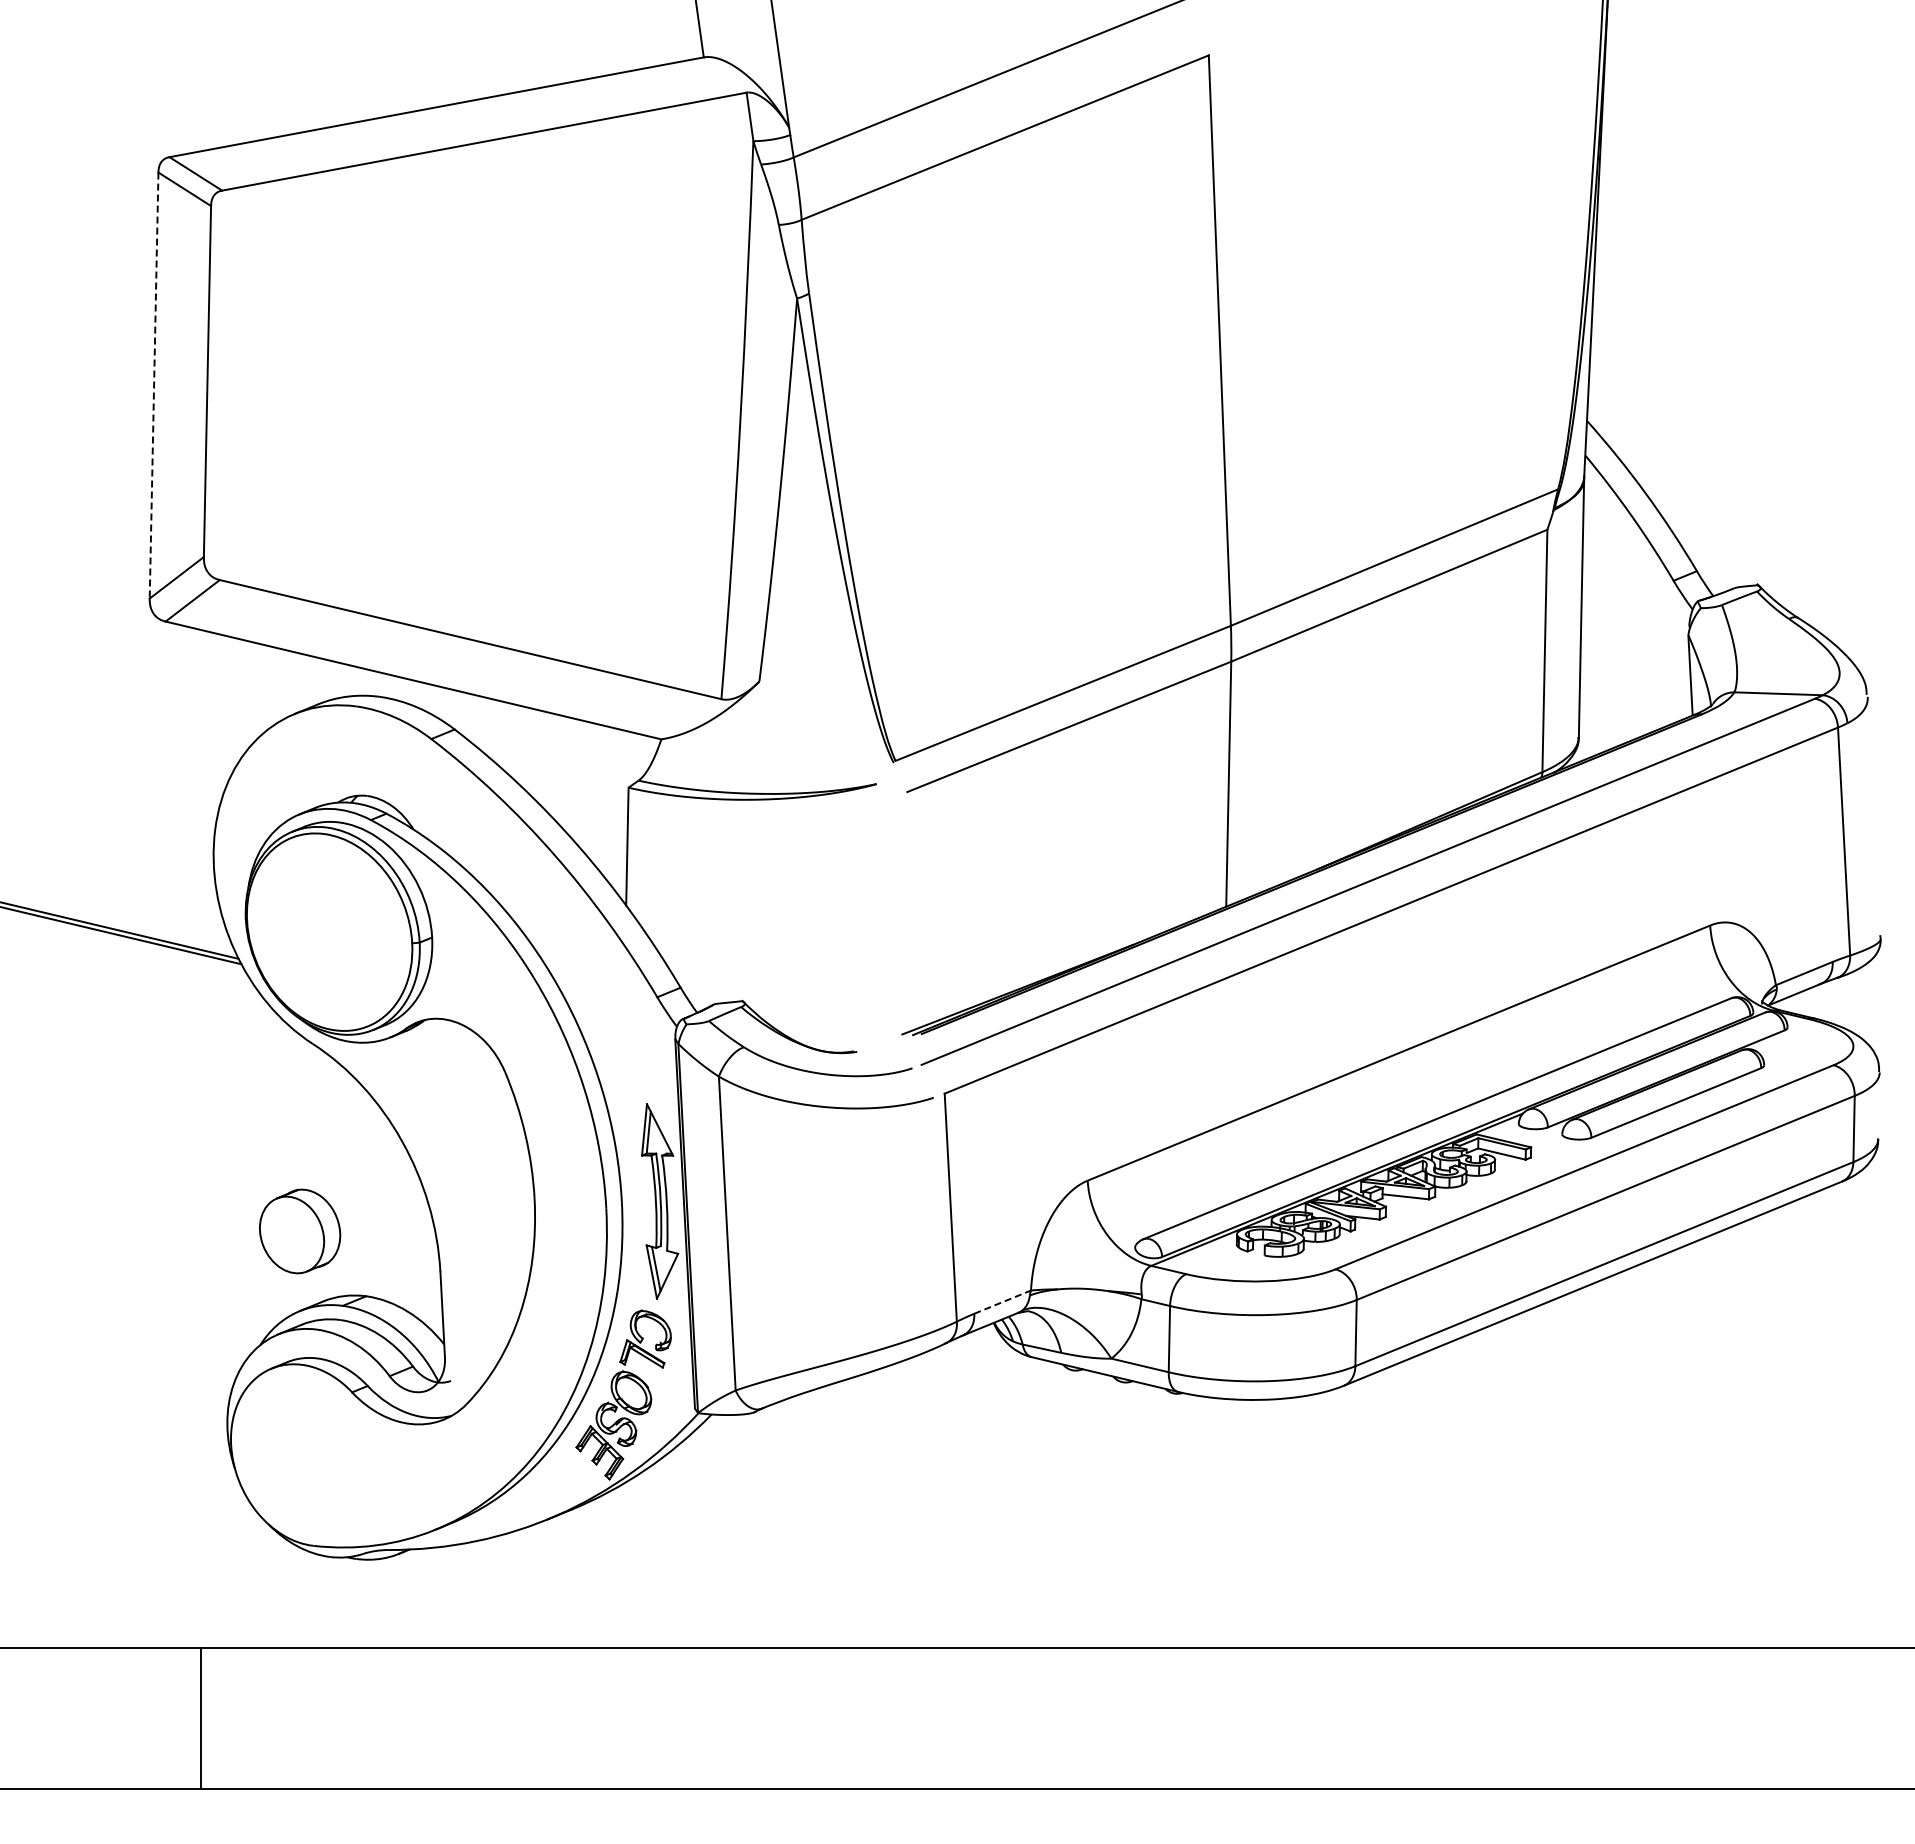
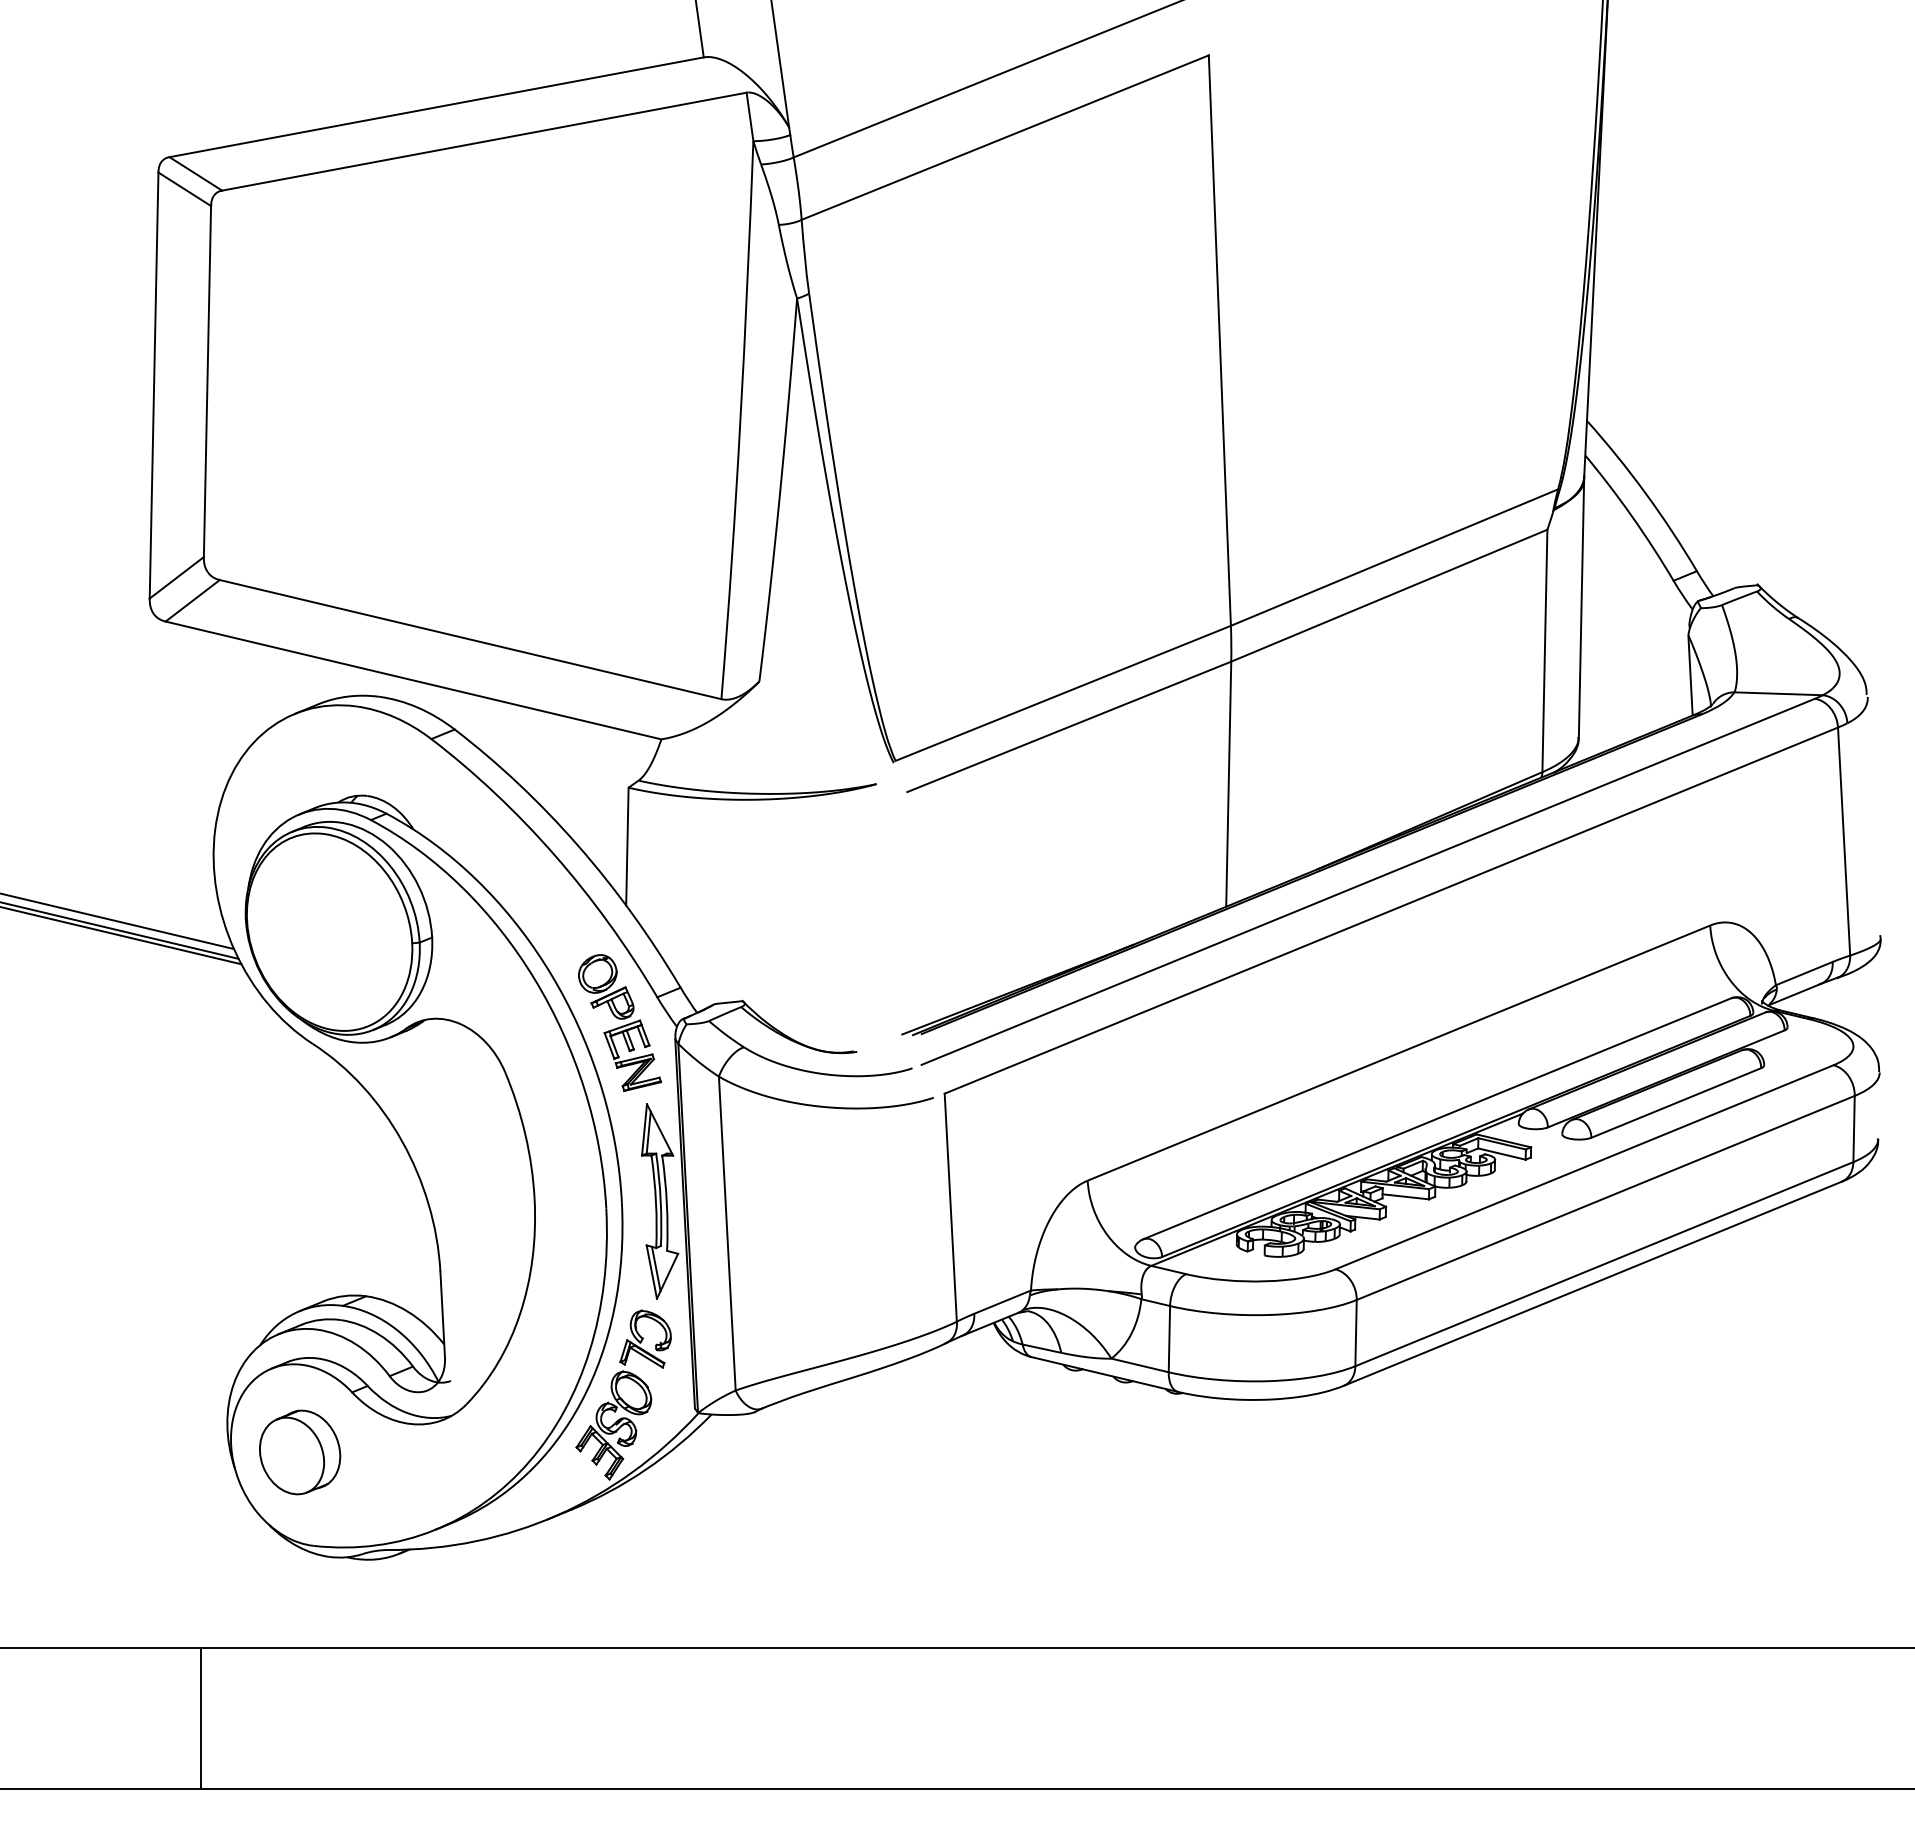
line at (154, 386): dashed -> solid
line at (117, 921): none -> present
part at (619, 1023): none -> present
part at (300, 1231) position: (300, 1231) -> (300, 1452)
line at (1002, 1302): dashed -> solid
